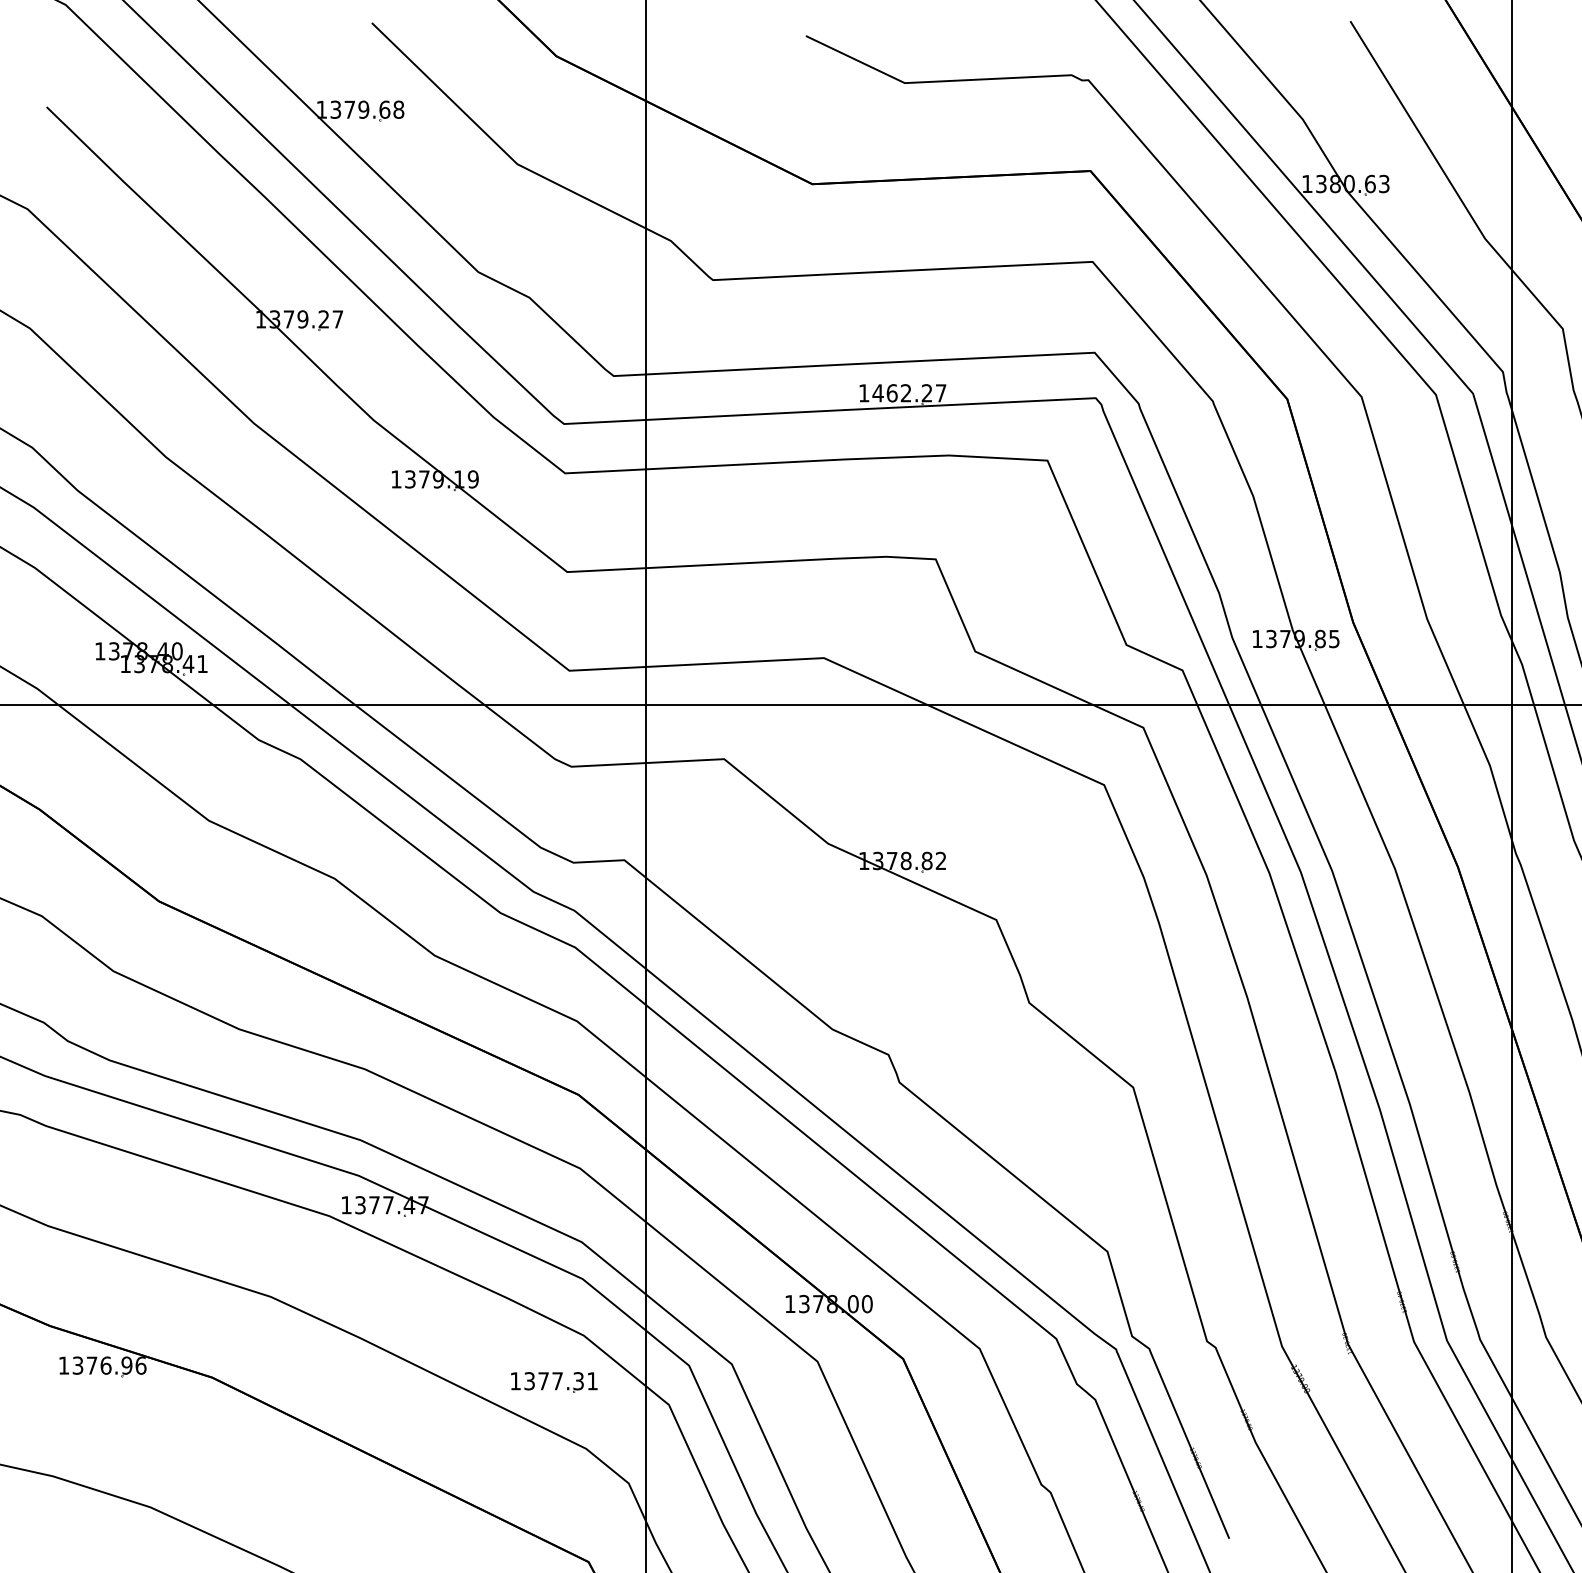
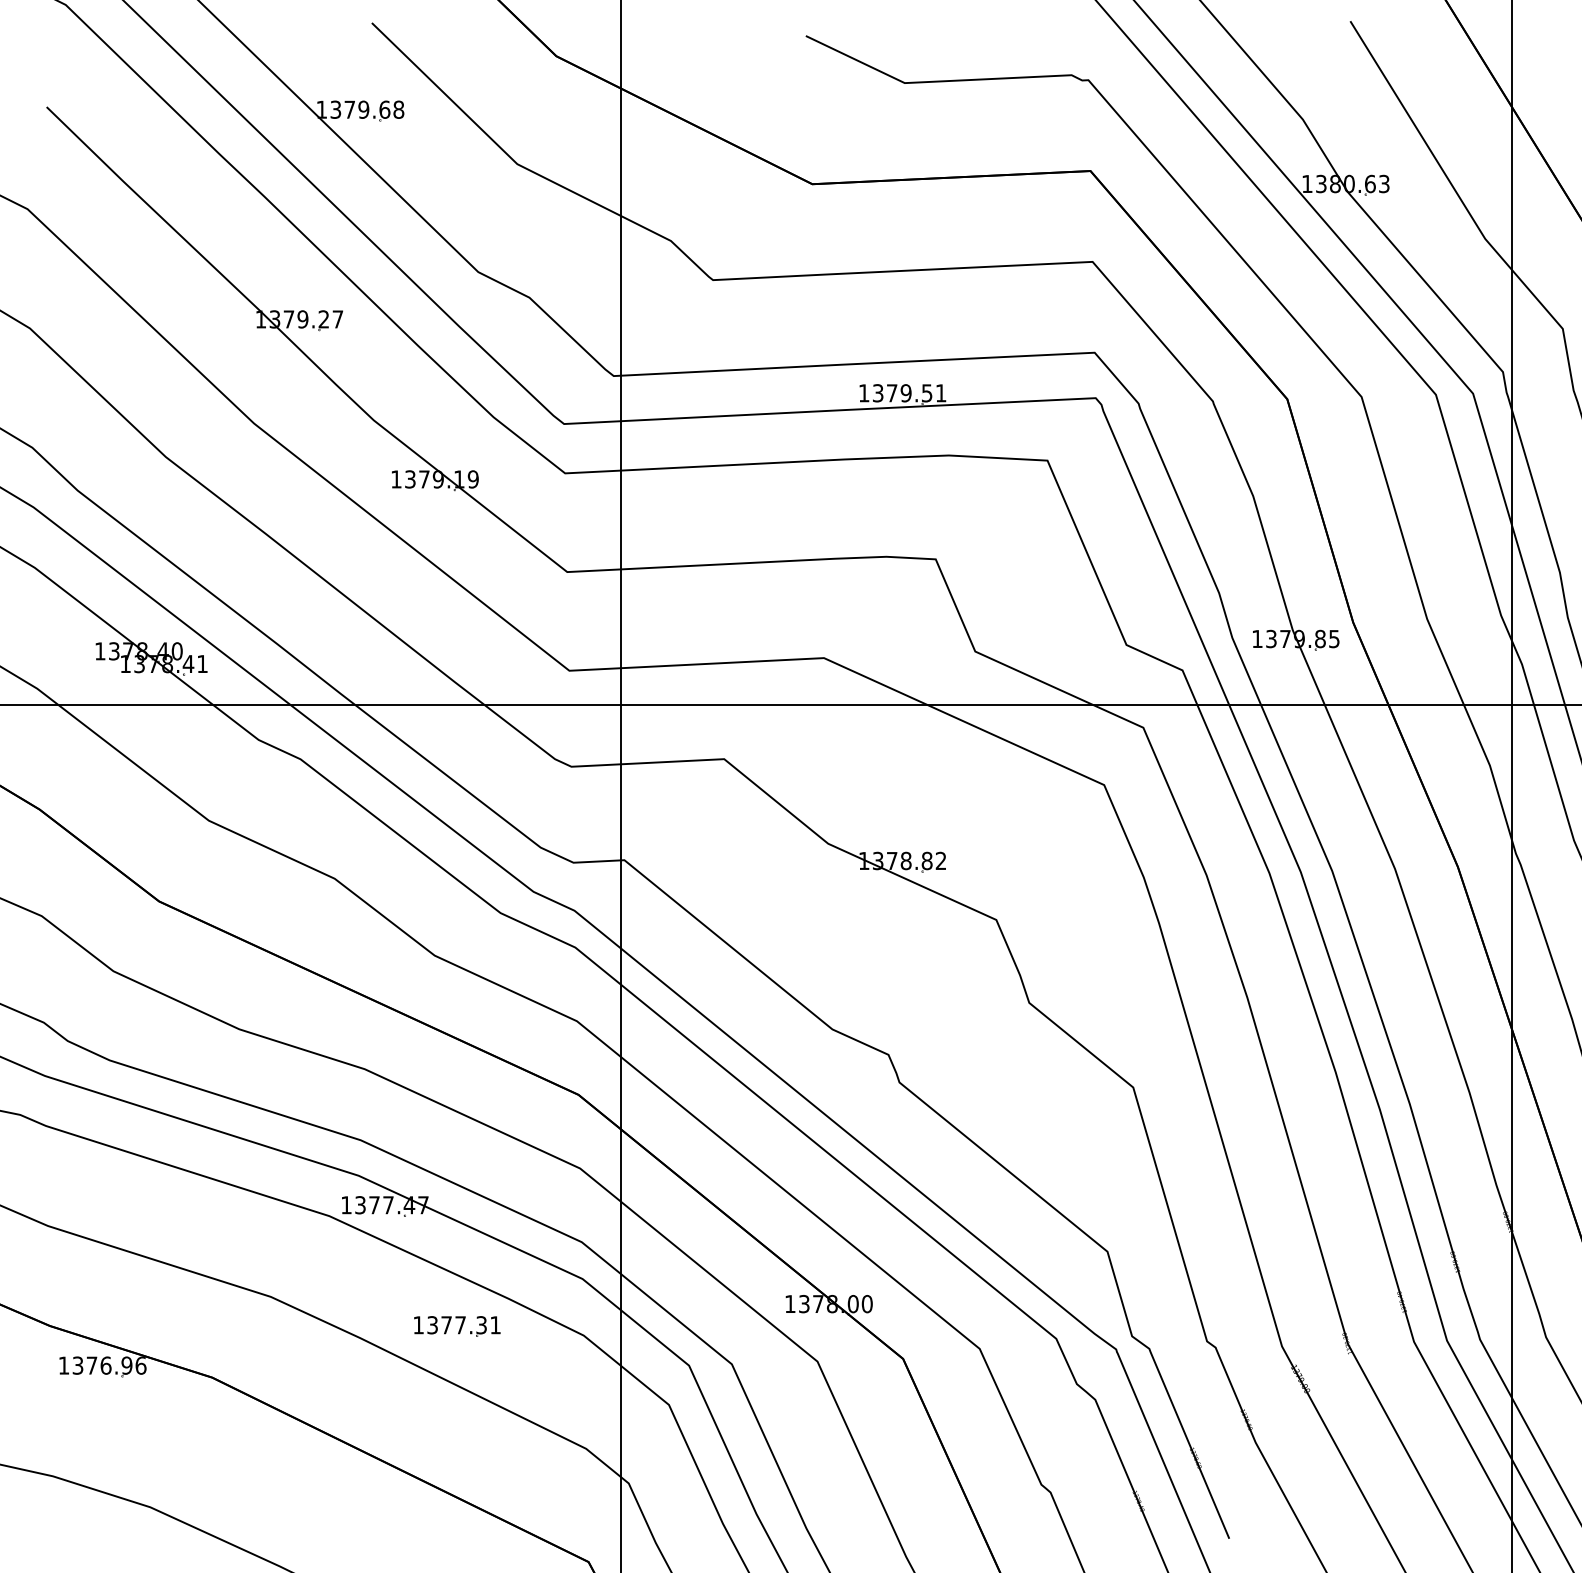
text at (909, 393): 1462.27 -> 1379.51
line at (645, 785) position: (645, 785) -> (620, 785)
part at (554, 1382) position: (554, 1382) -> (457, 1326)
